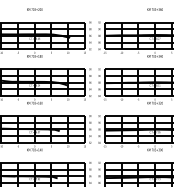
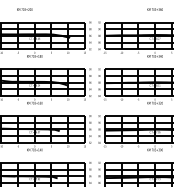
text at (34, 9) position: (34, 9) -> (24, 9)
